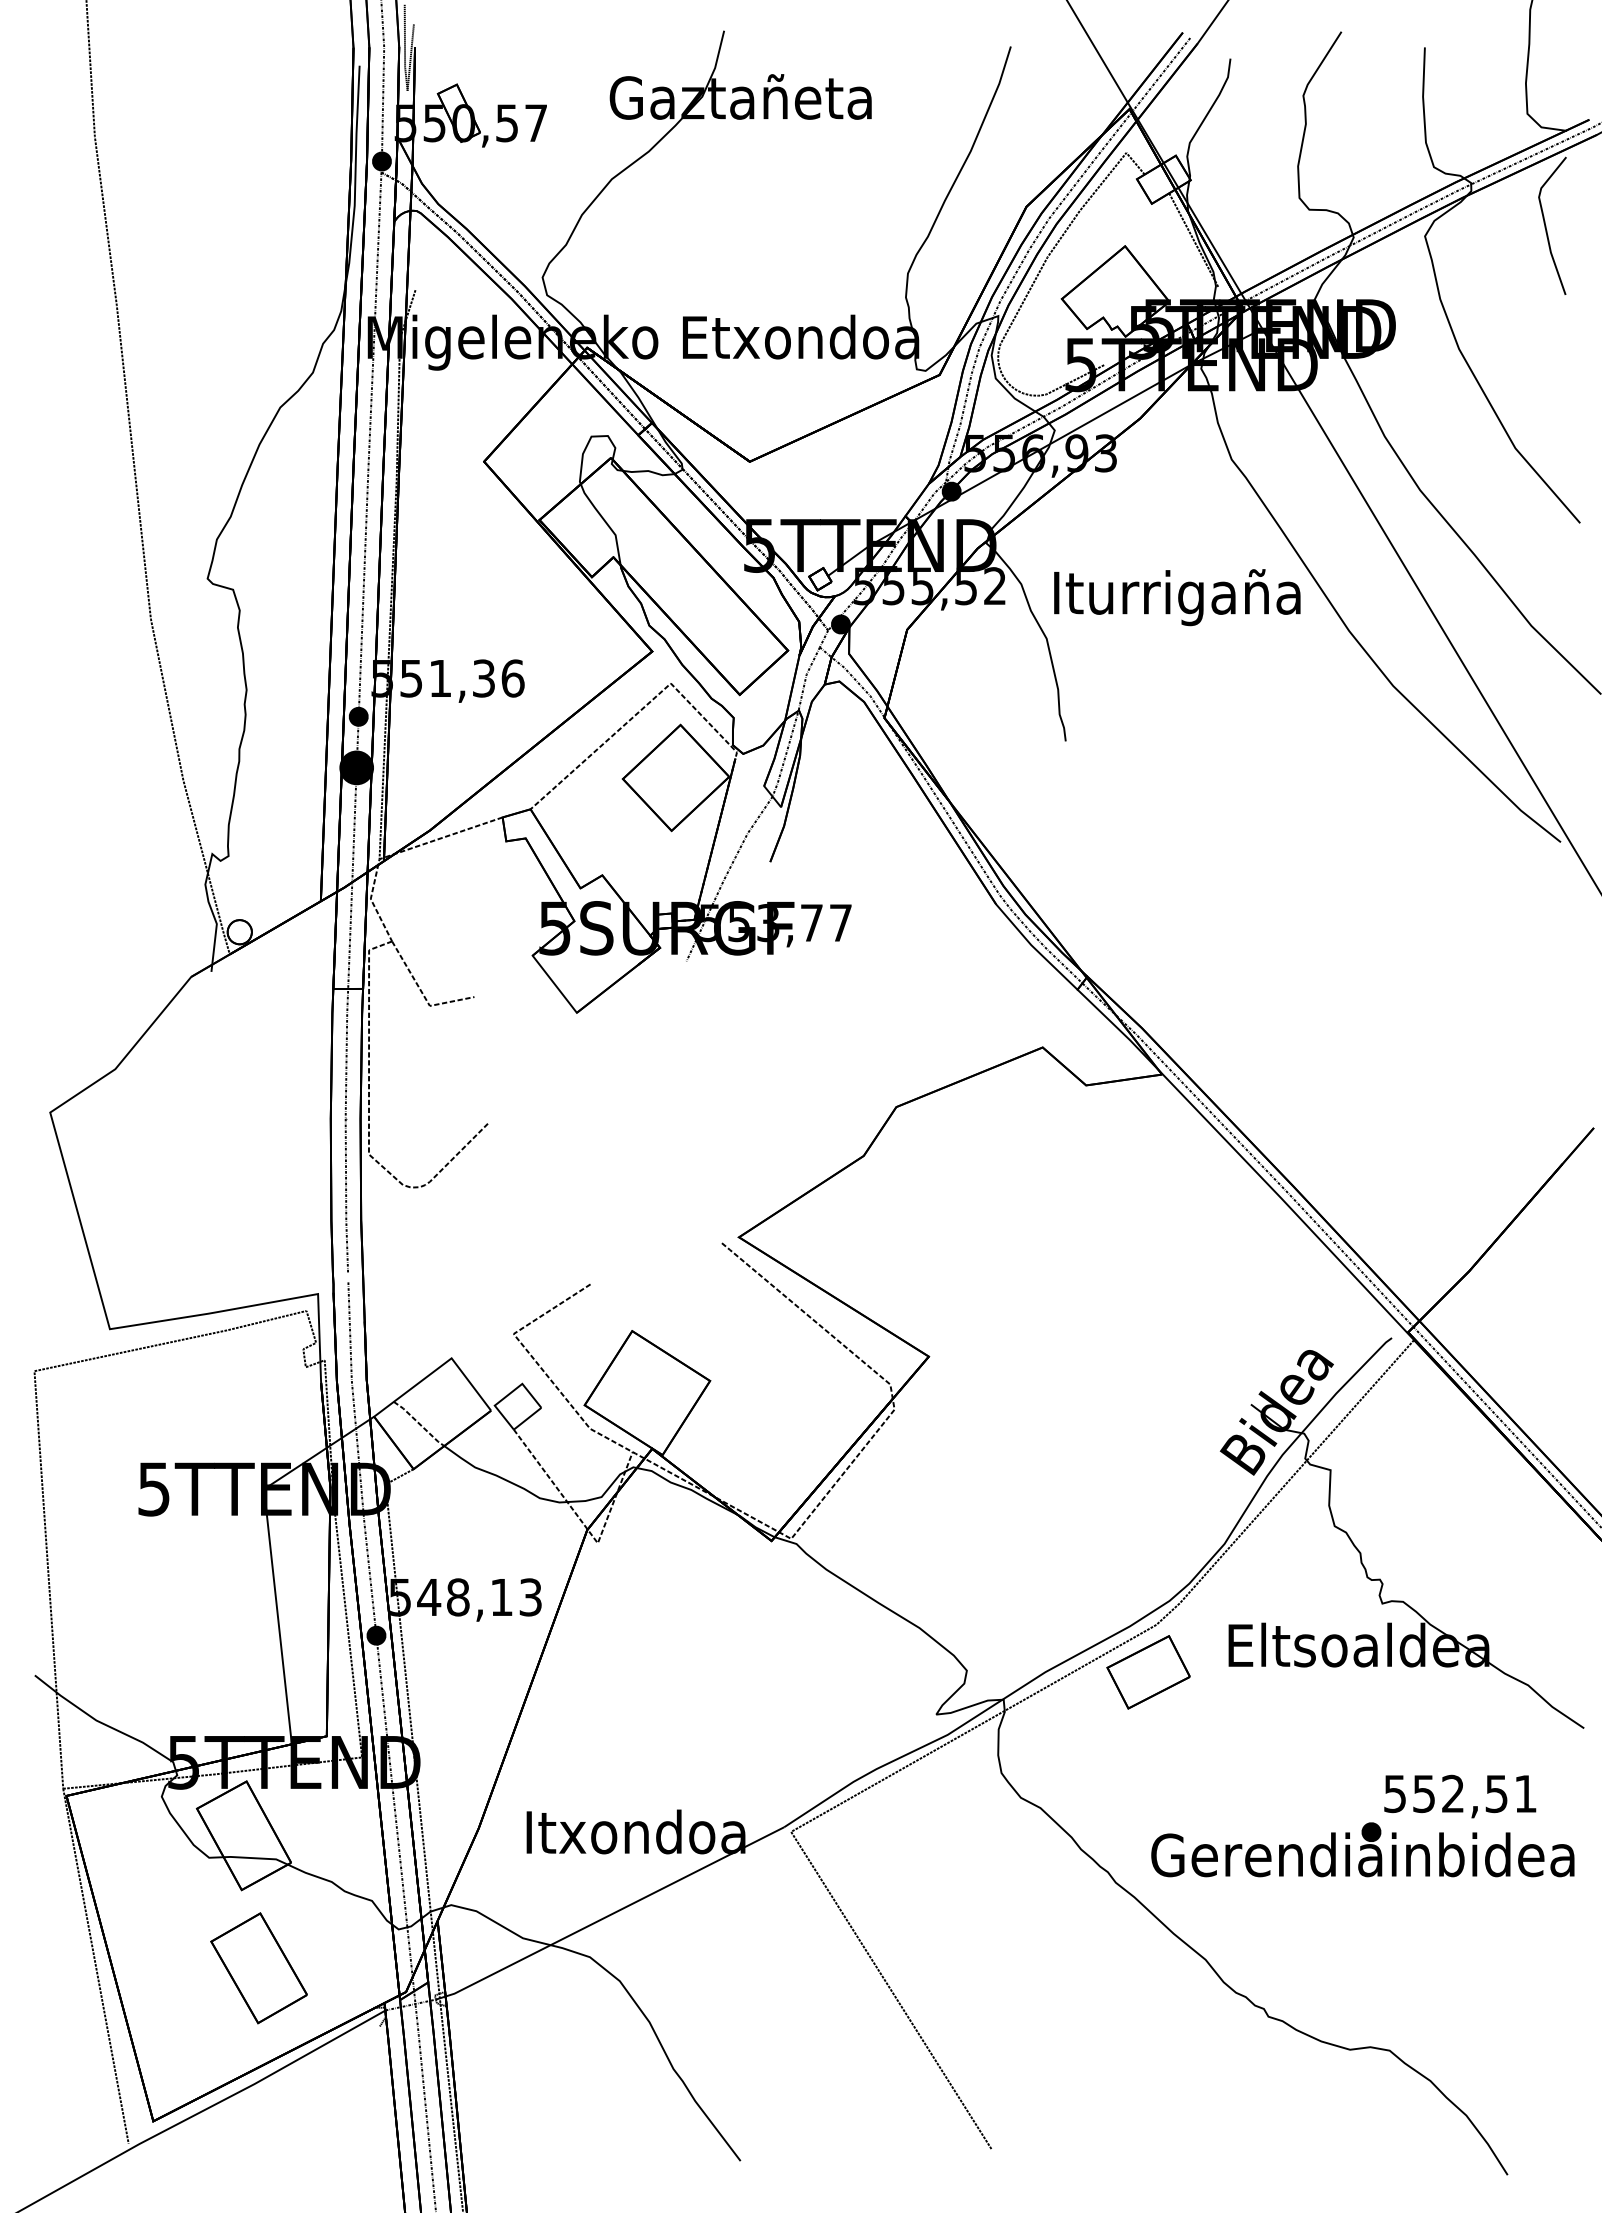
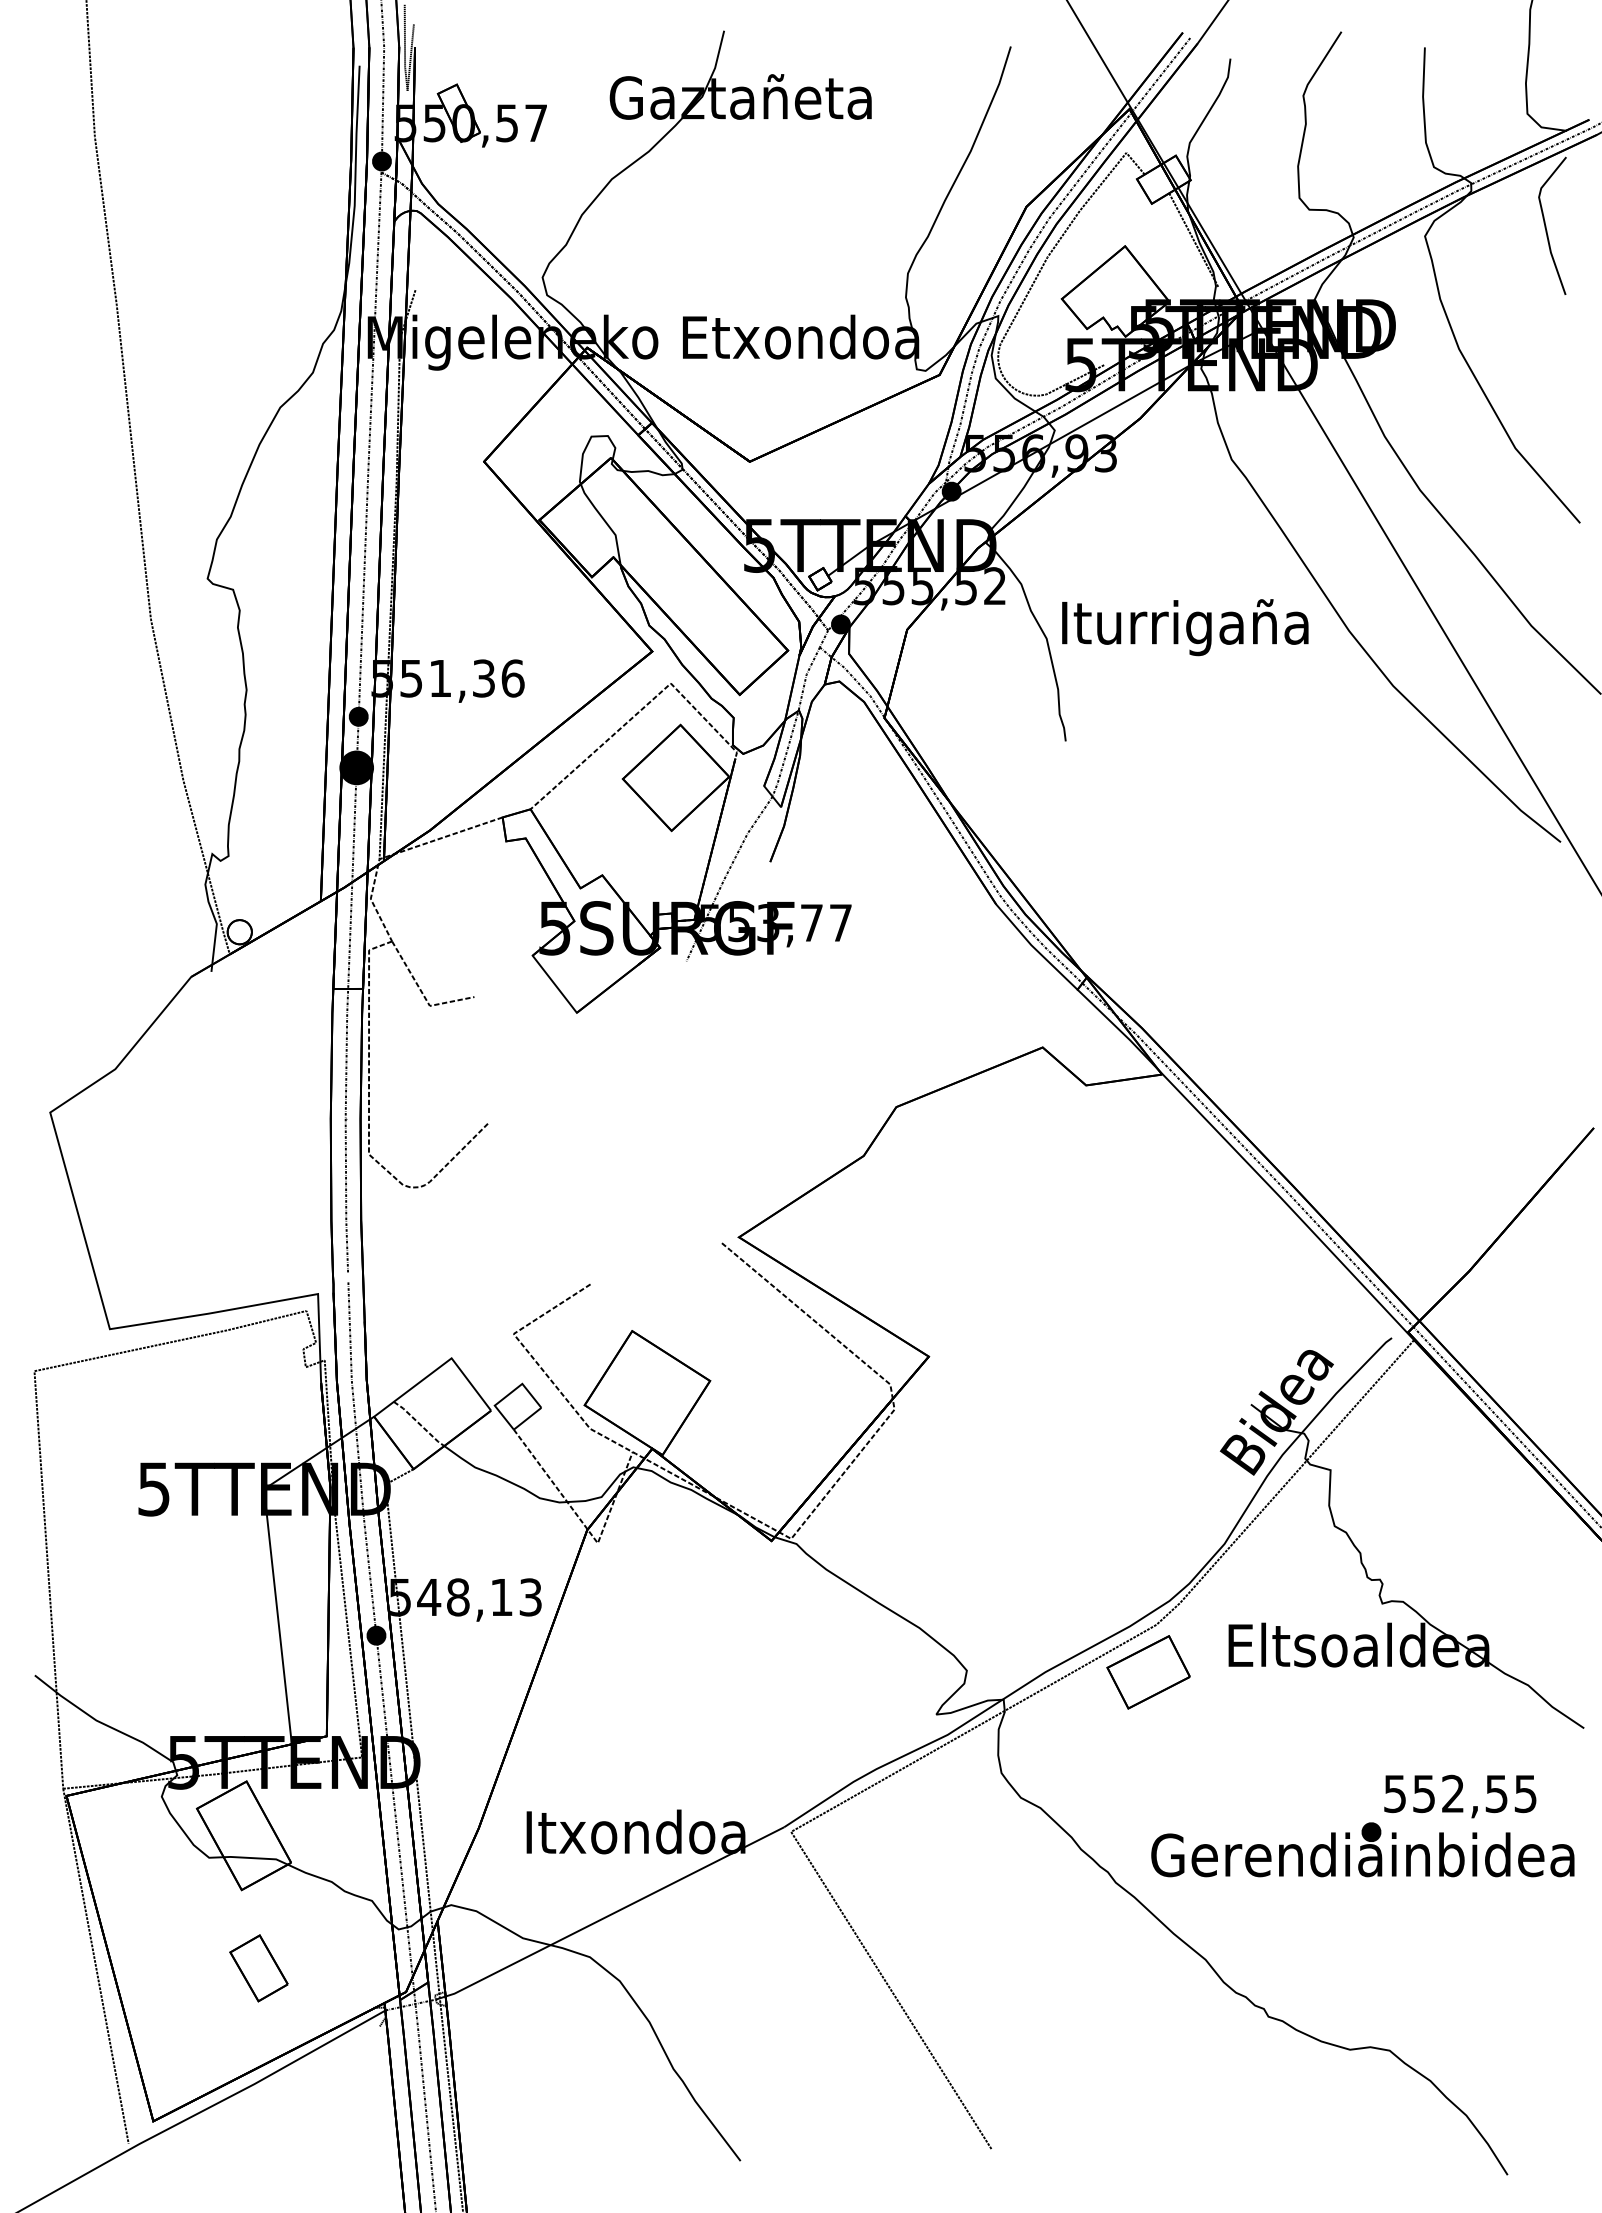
text at (1177, 597) position: (1177, 597) -> (1185, 627)
text at (1525, 1794): 552,51 -> 552,55
part at (258, 1968) size: 98x113 px -> 60x69 px
